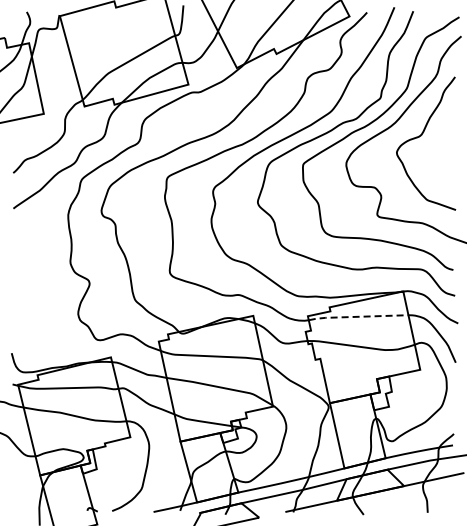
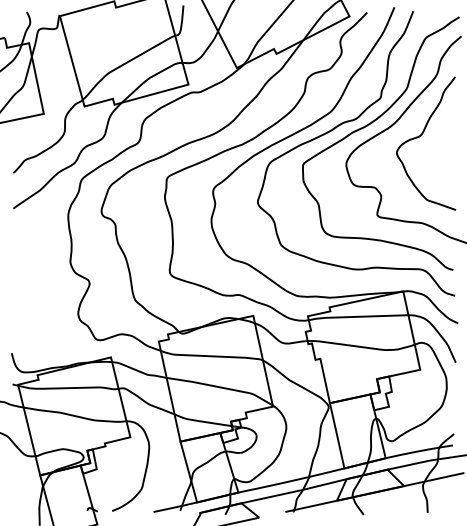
line at (357, 316): dashed -> solid
